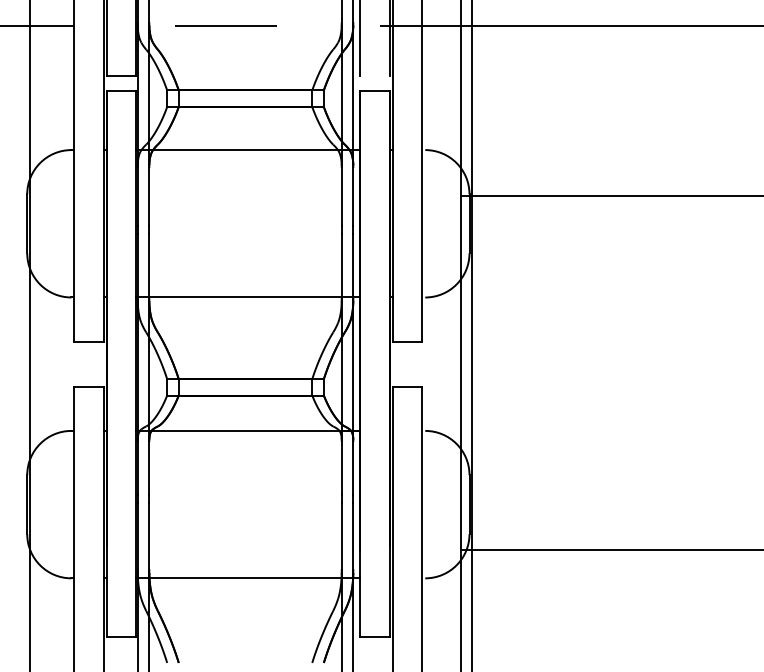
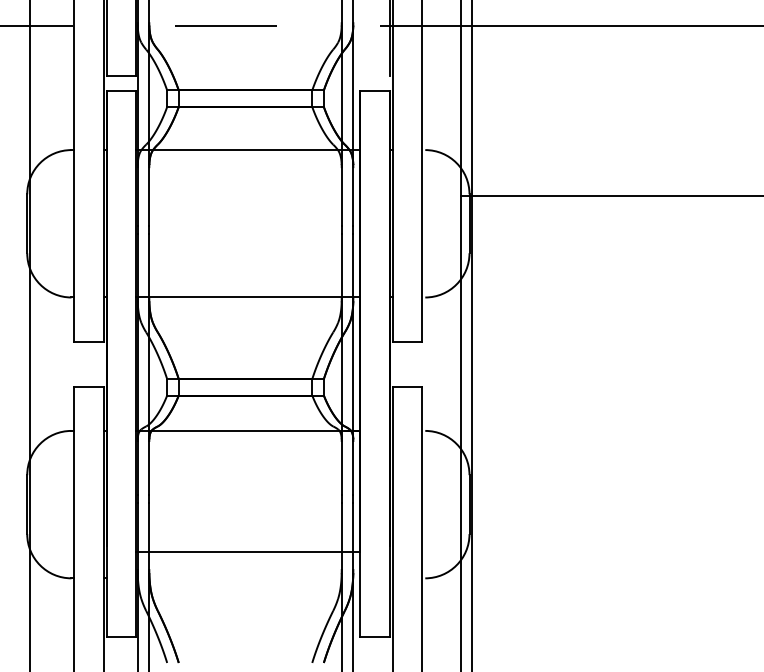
line at (360, 38): present -> none
line at (610, 549): present -> none
line at (248, 578) position: (248, 578) -> (248, 552)
